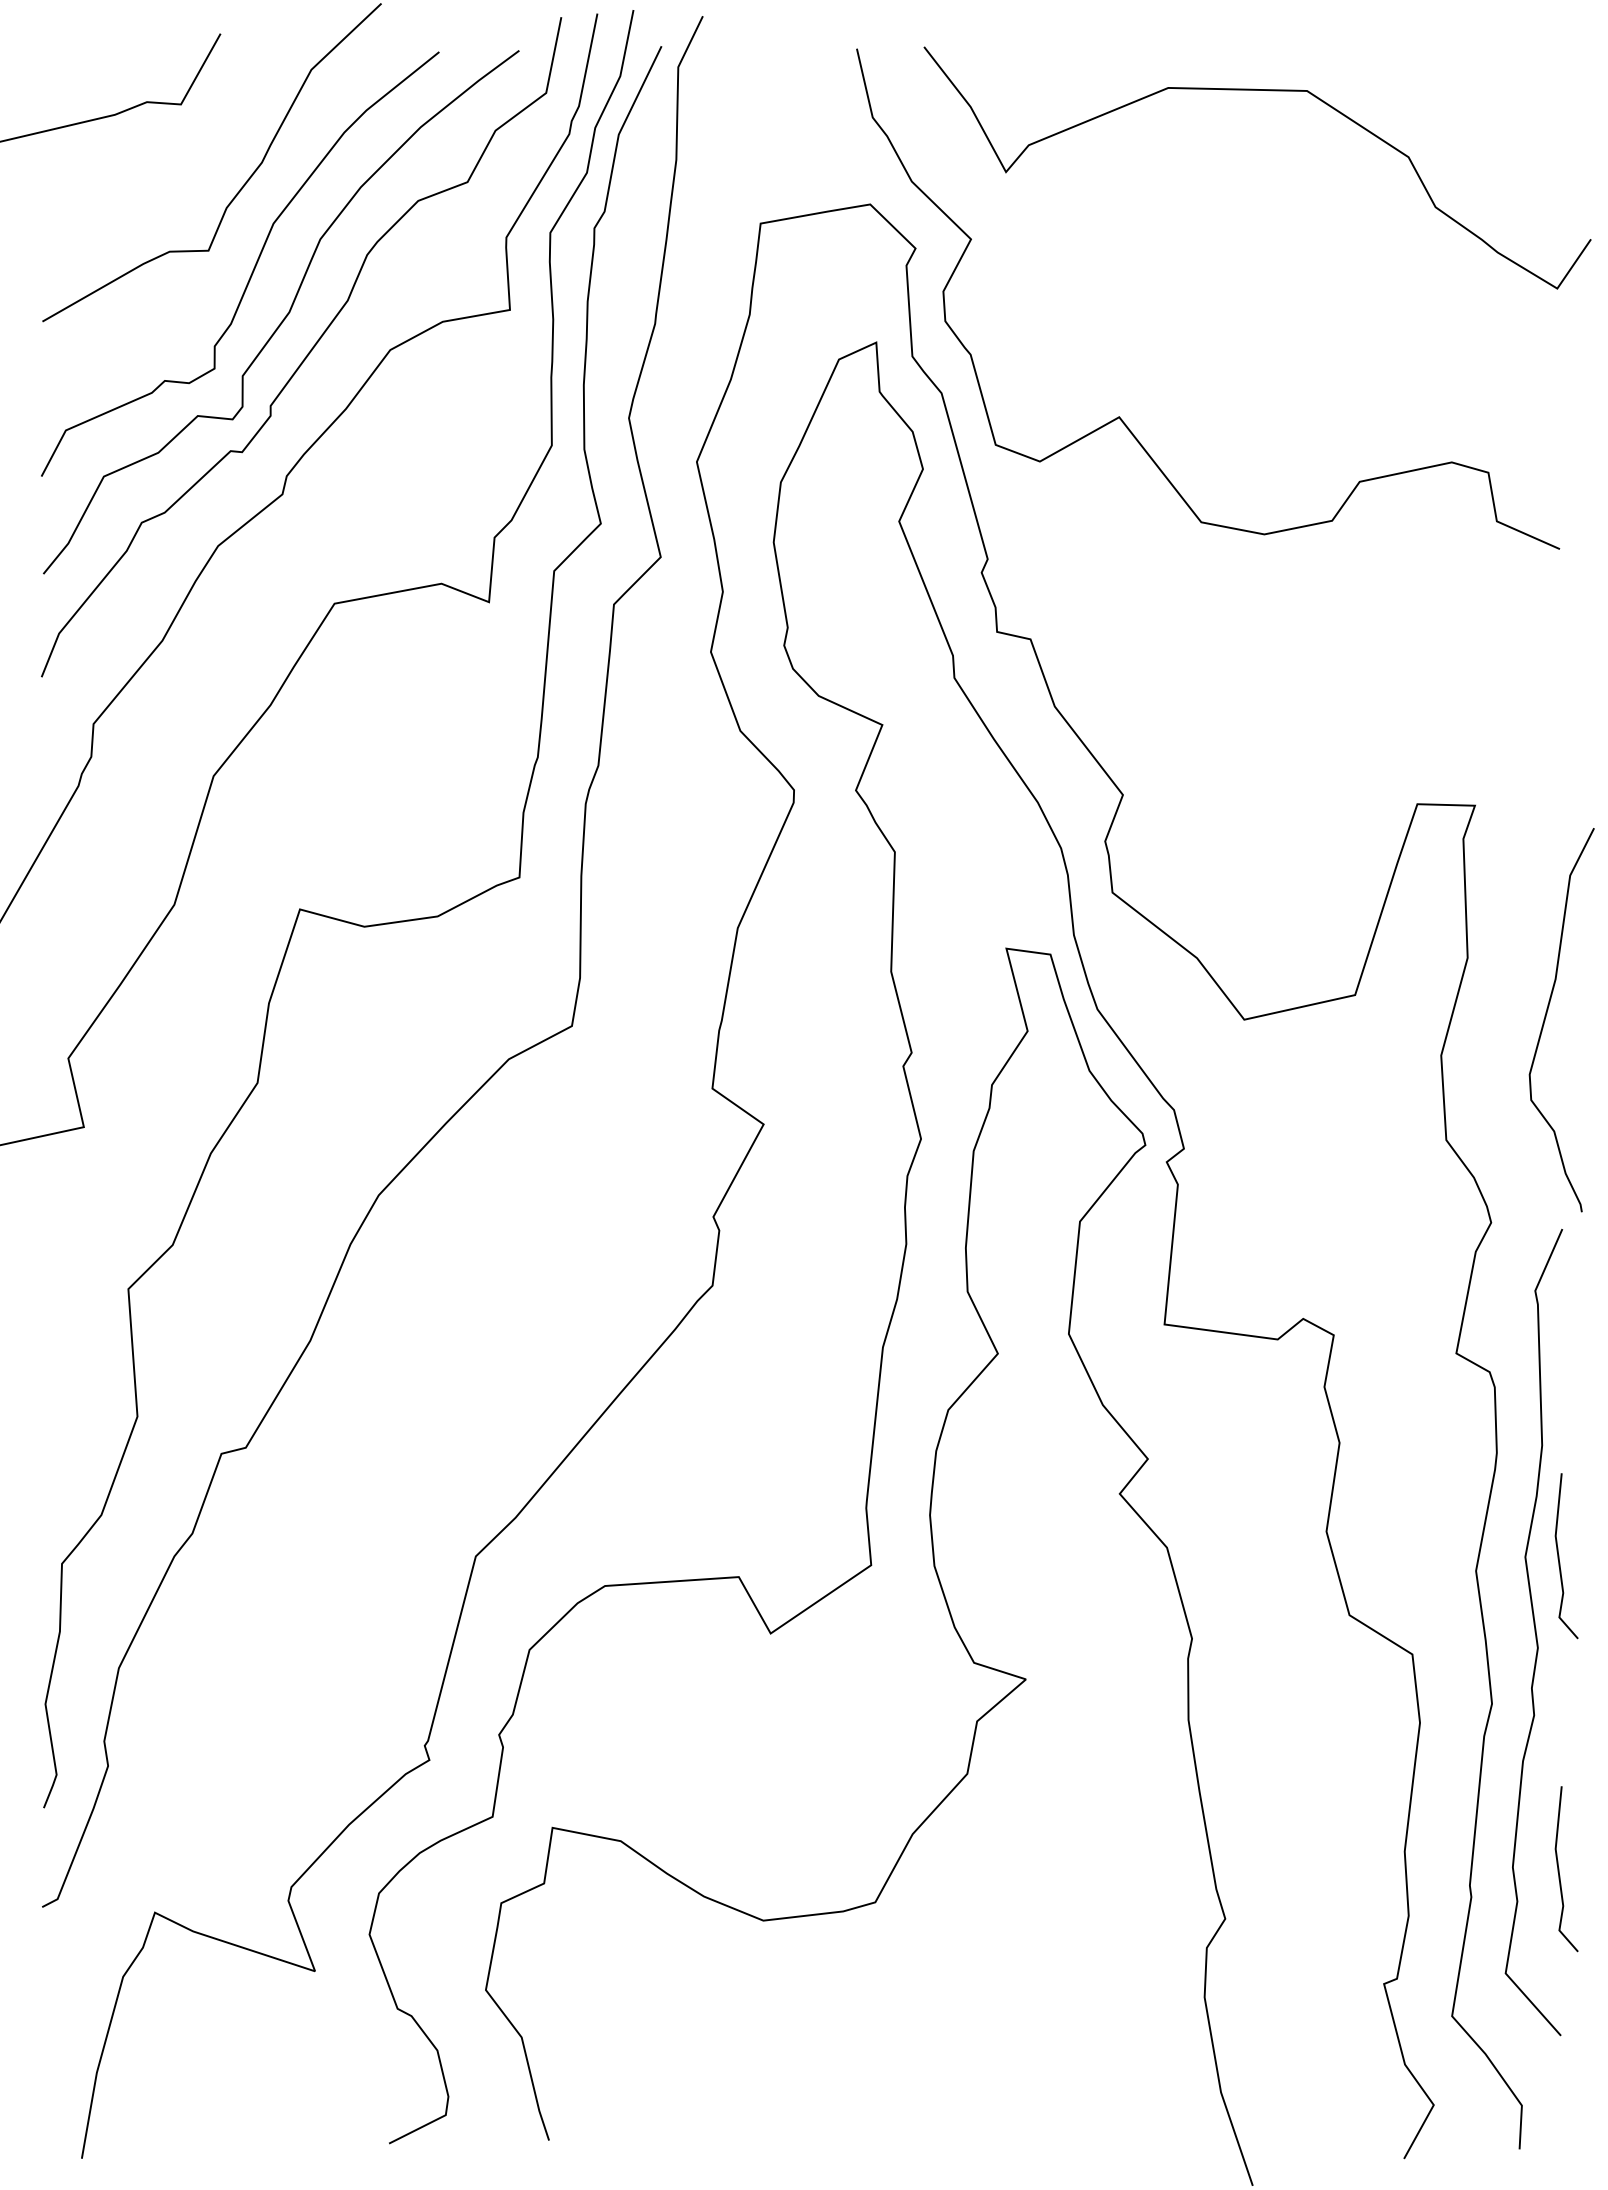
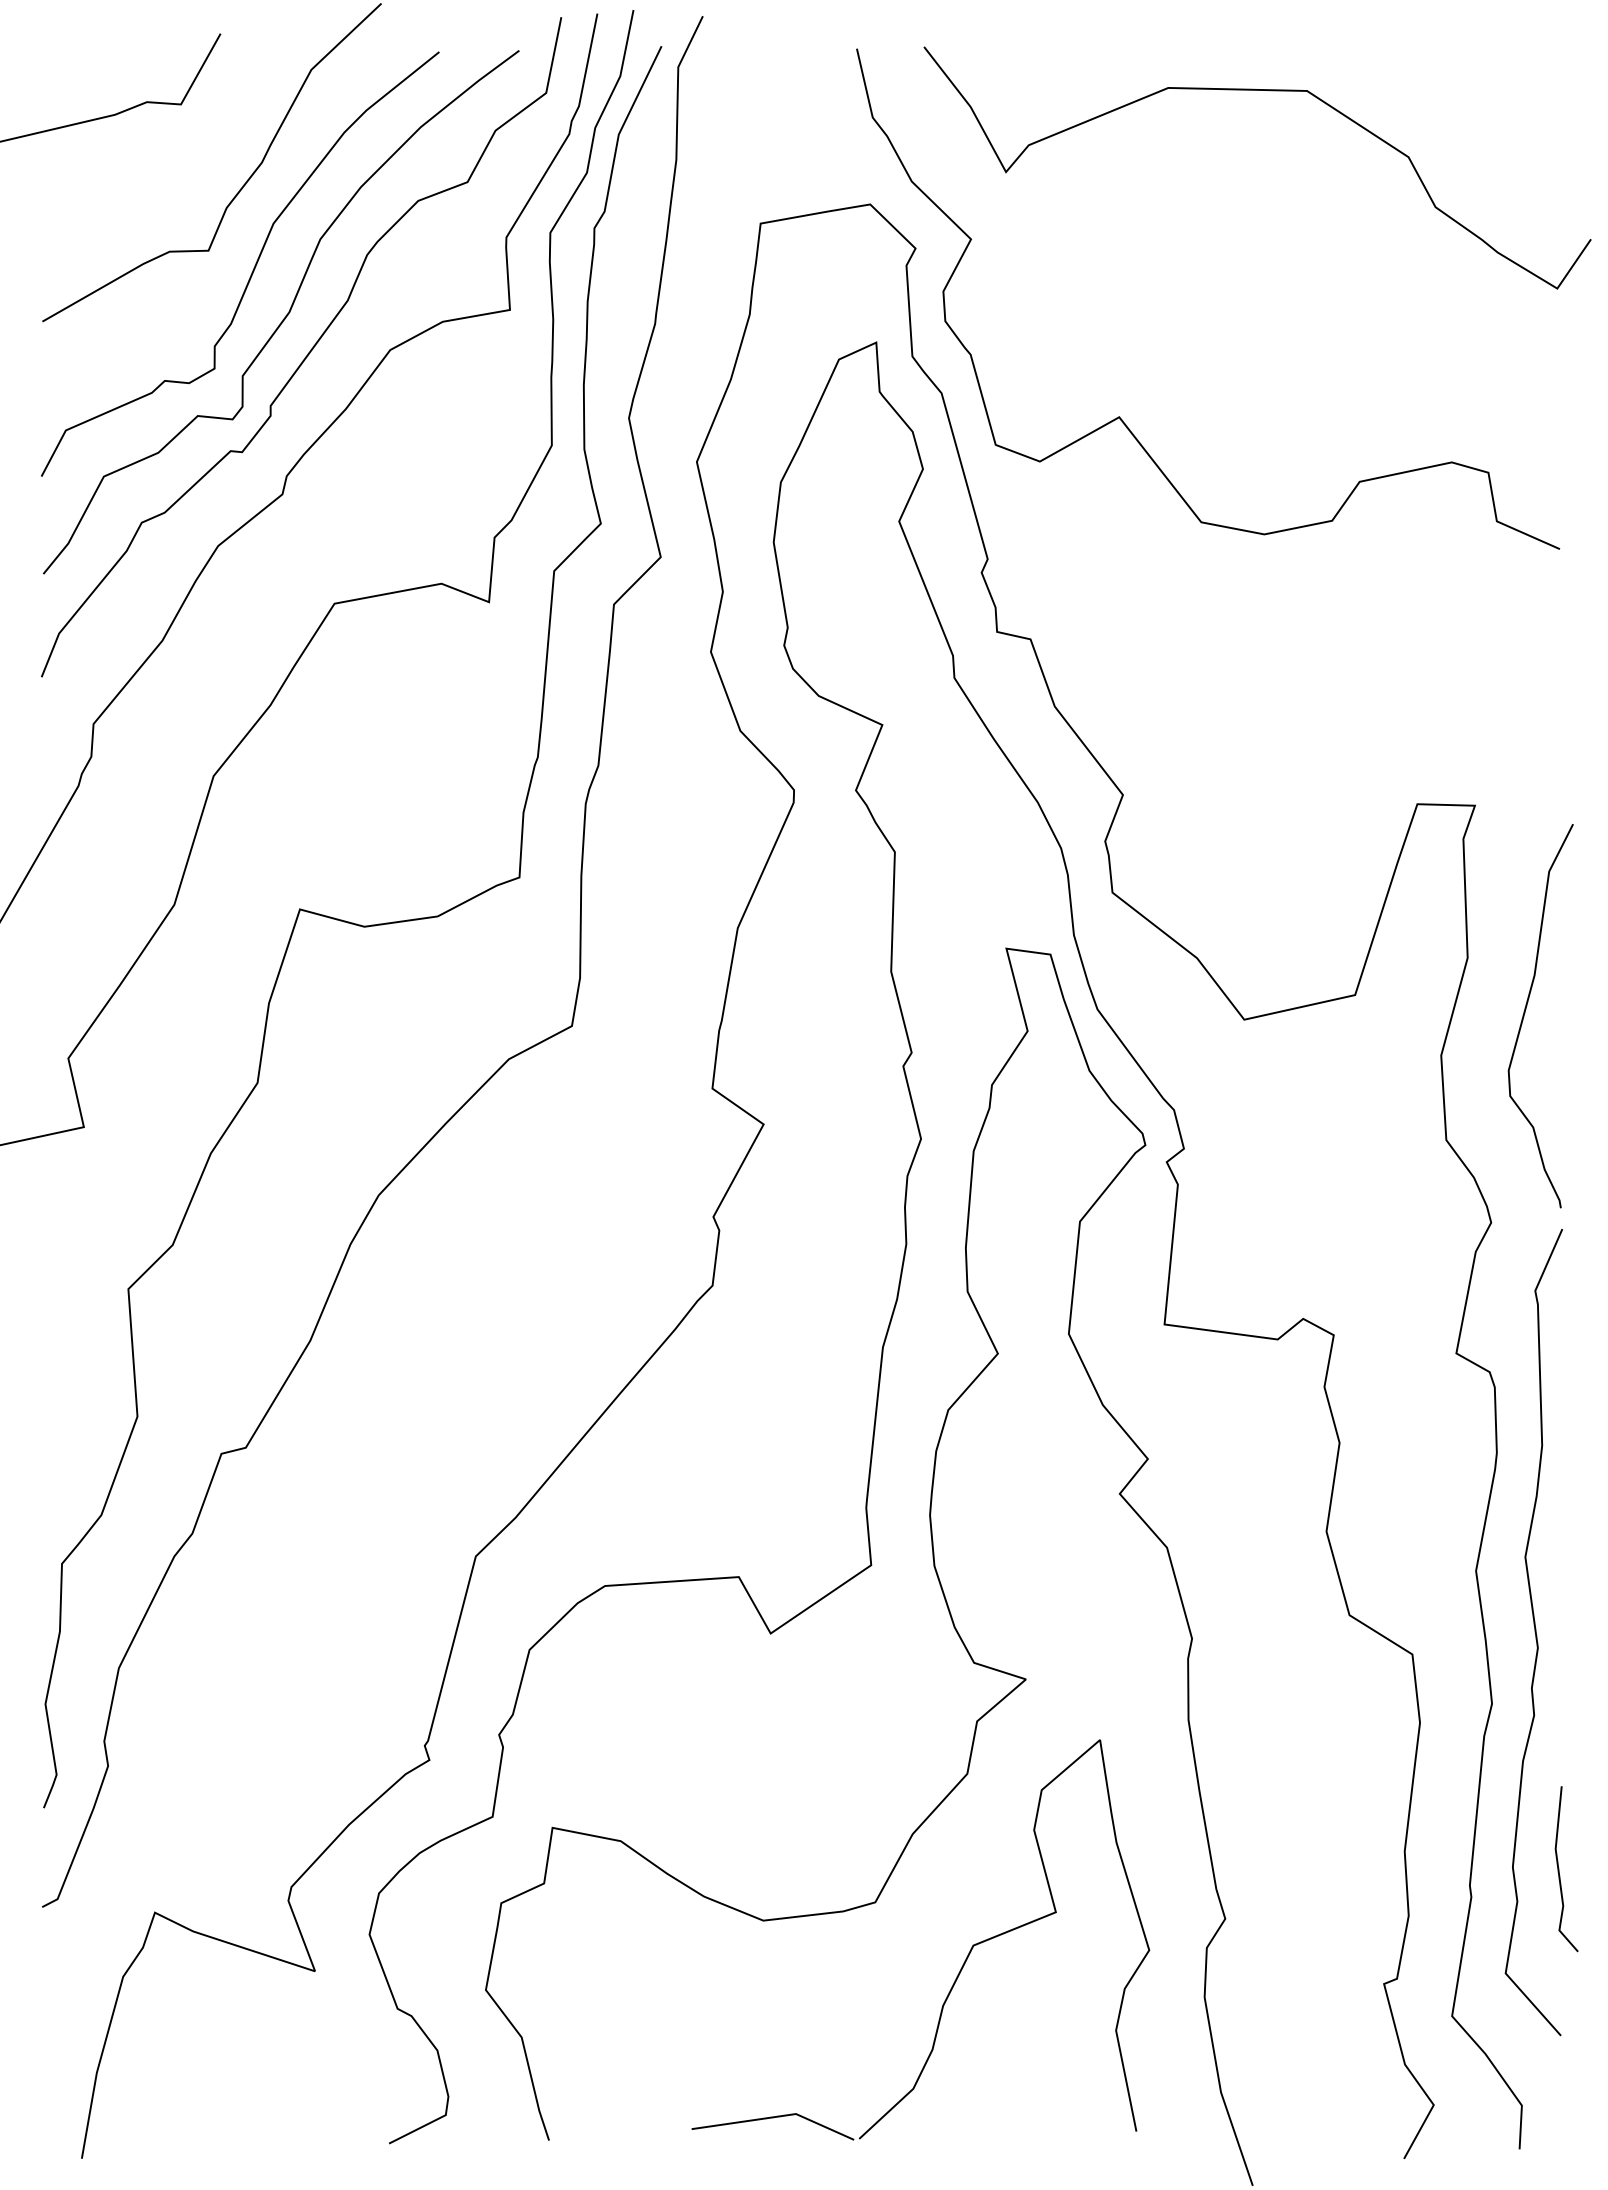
curve at (1546, 1017) position: (1546, 1017) -> (1525, 1013)
line at (1559, 1556): present -> none
part at (964, 1960): none -> present
